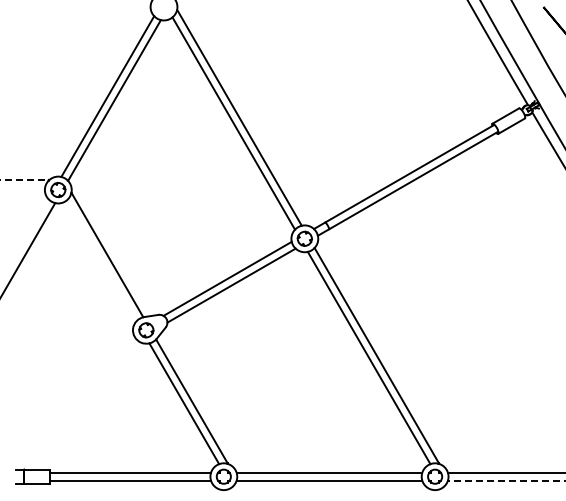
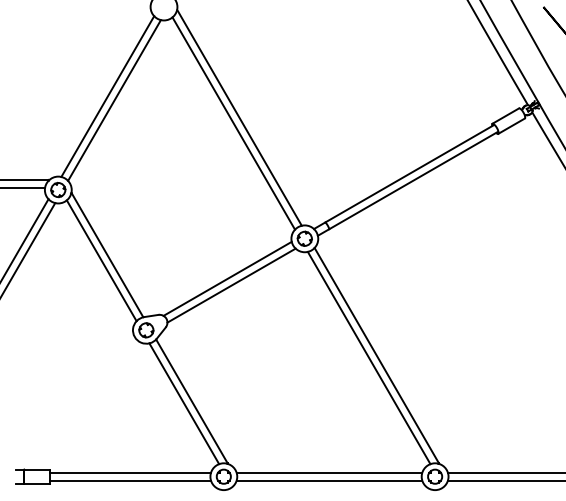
line at (24, 180): dashed -> solid
line at (23, 187): none -> present
line at (25, 239): none -> present
line at (101, 260): none -> present
line at (506, 480): dashed -> solid
